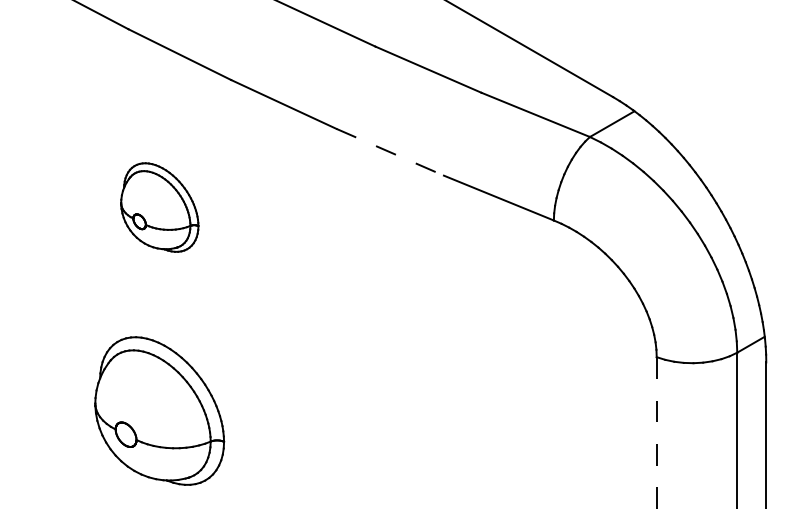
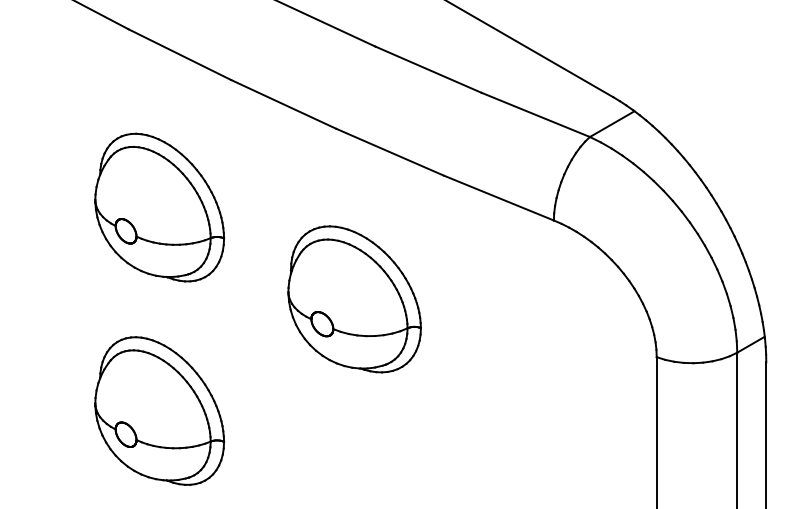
line at (390, 152): dashed -> solid
part at (159, 207) size: 80x91 px -> 132x151 px
part at (354, 299): none -> present
line at (656, 433): dashed -> solid
